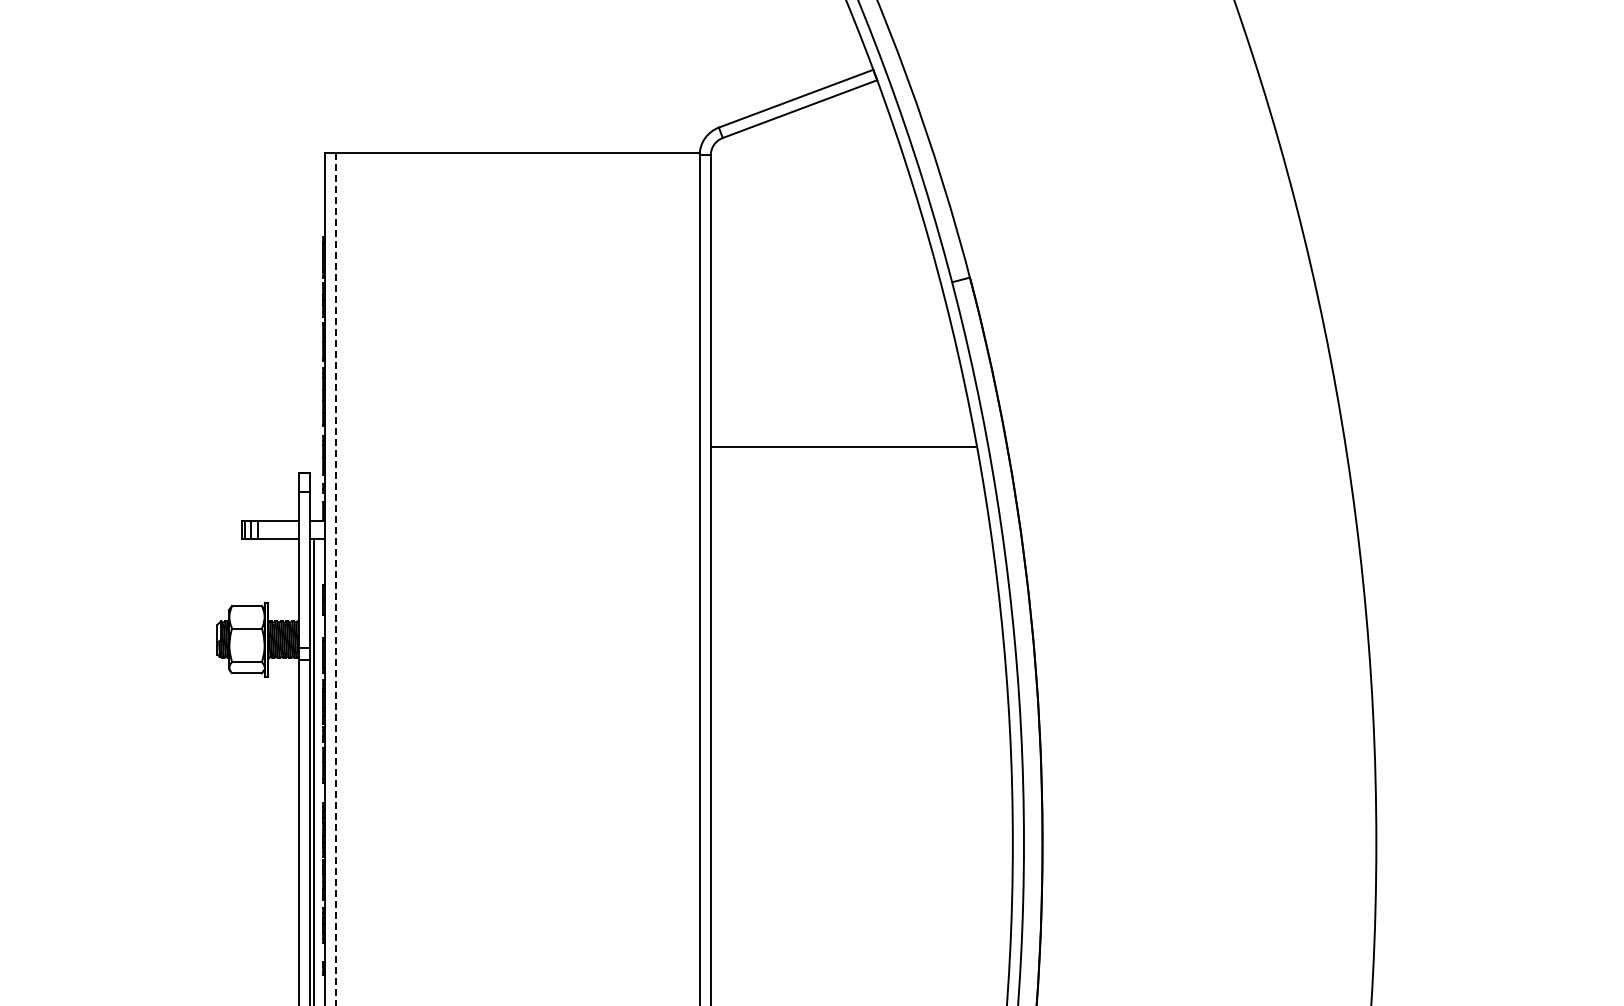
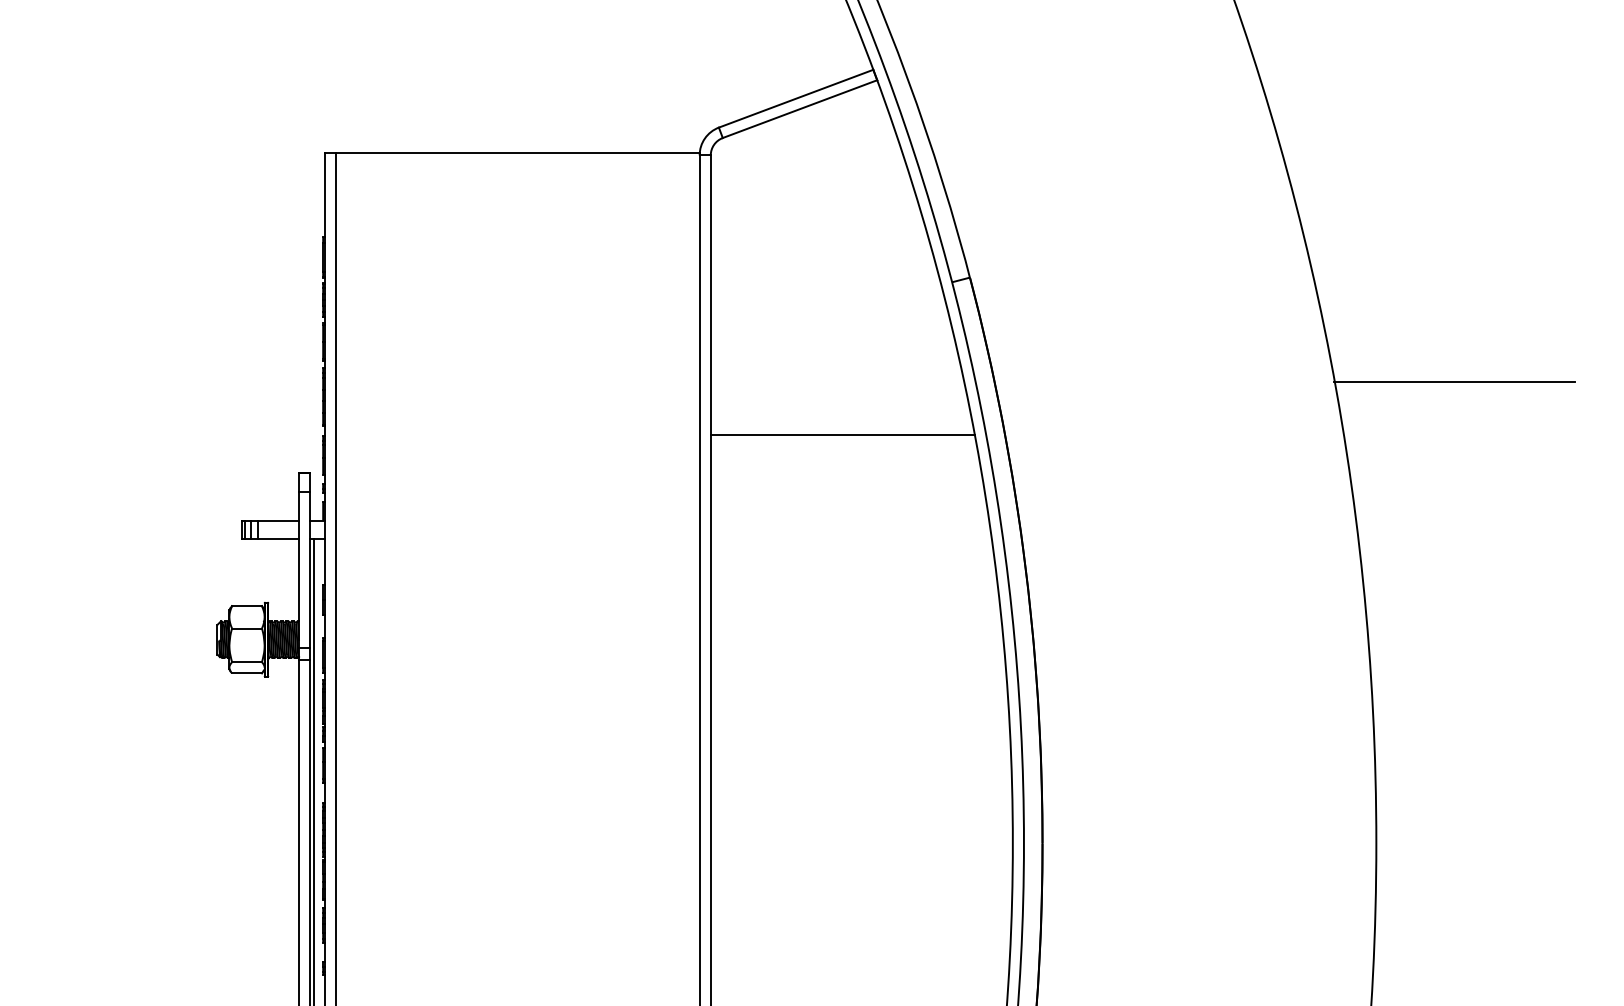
line at (1454, 381): none -> present
line at (842, 447) position: (842, 447) -> (842, 435)
line at (336, 579): dashed -> solid
